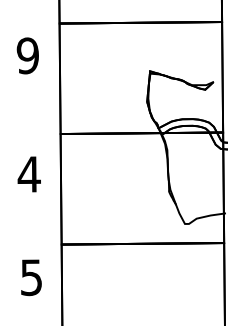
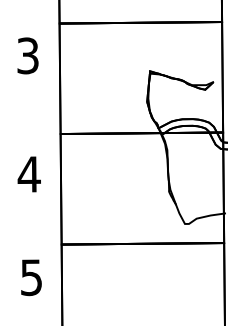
text at (27, 55): 9 -> 3
